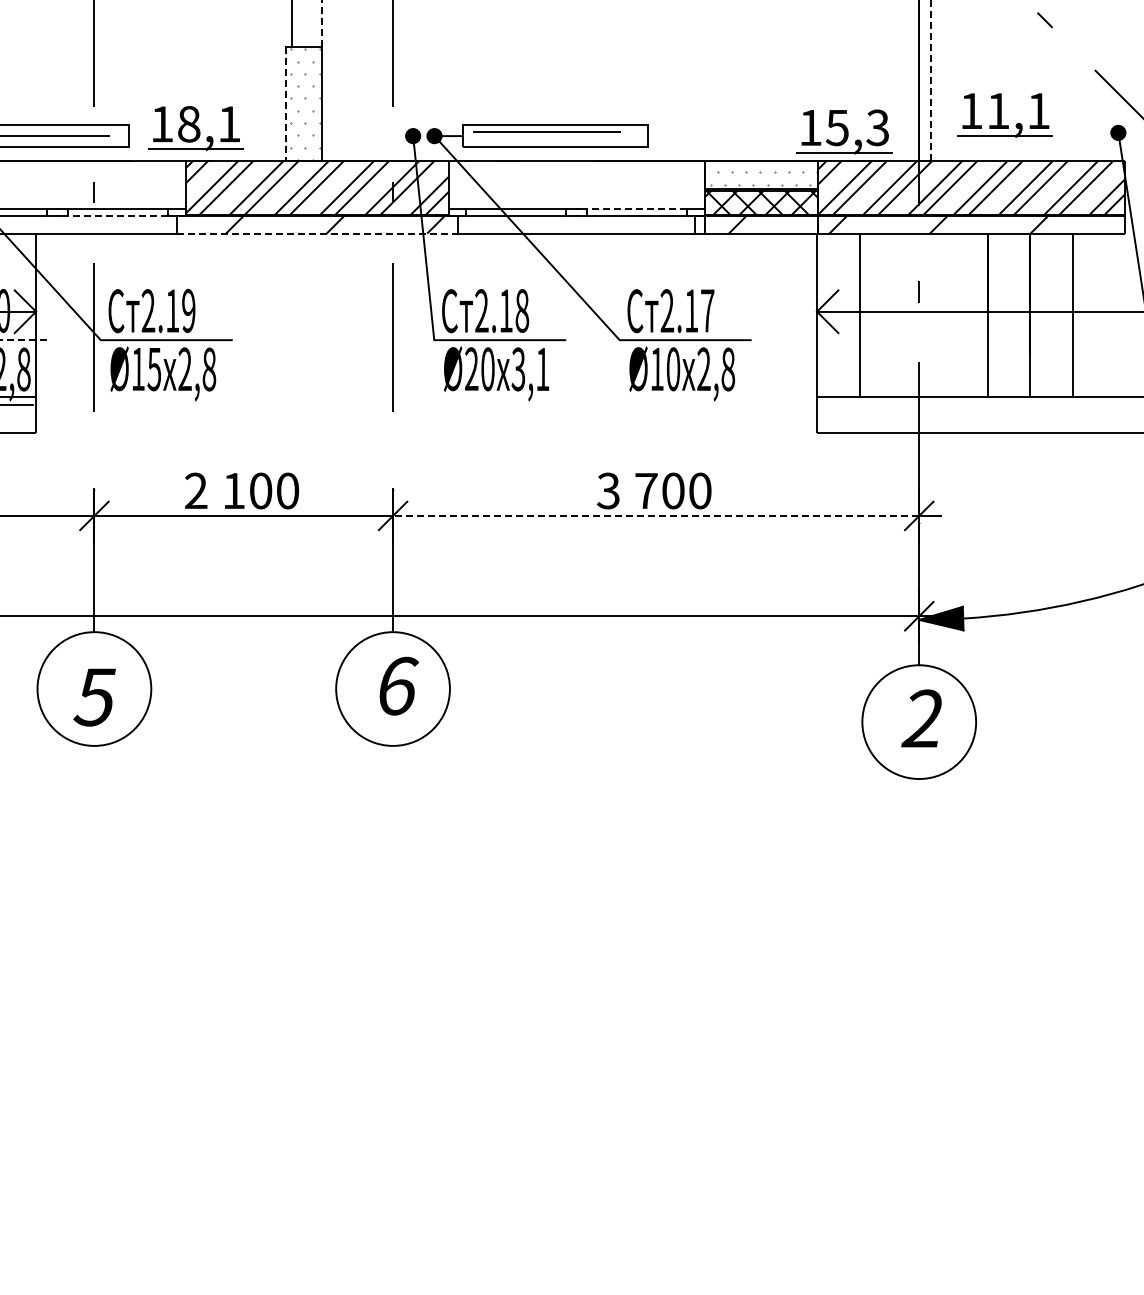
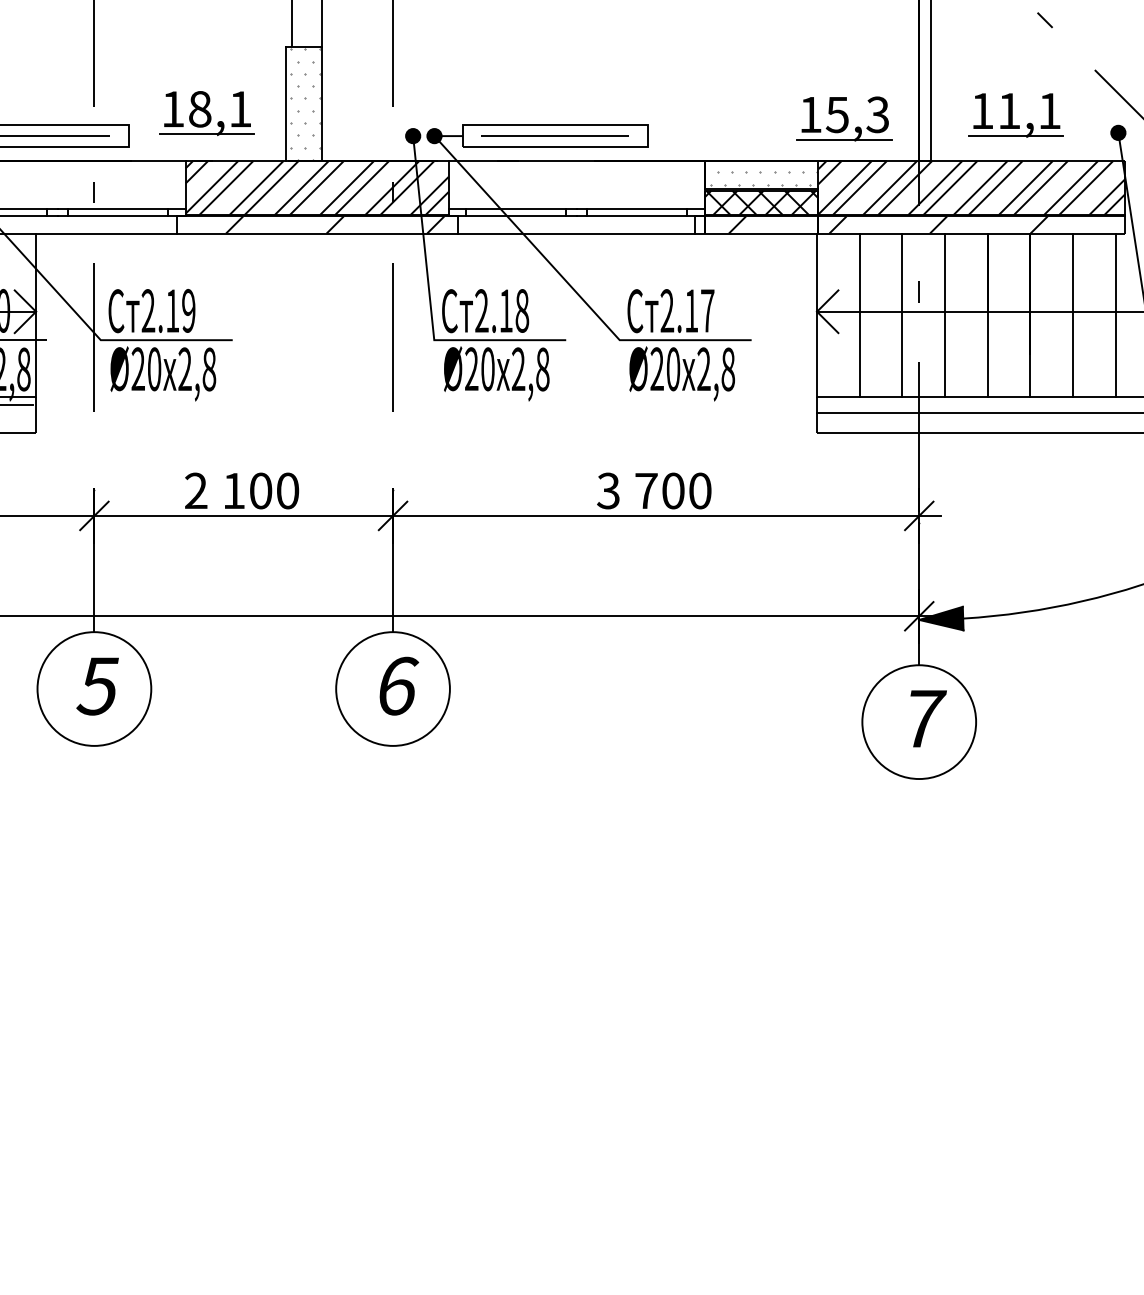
line at (321, 23): dashed -> solid
line at (930, 80): dashed -> solid
line at (286, 104): dashed -> solid
part at (1004, 115) position: (1004, 115) -> (1015, 115)
part at (195, 128) position: (195, 128) -> (206, 113)
line at (546, 131) position: (546, 131) -> (554, 135)
part at (844, 131) position: (844, 131) -> (844, 118)
line at (637, 209): dashed -> solid
line at (118, 216): dashed -> solid
line at (317, 233): dashed -> solid
line at (902, 315): none -> present
line at (945, 315): none -> present
line at (1115, 315): none -> present
line at (23, 340): dashed -> solid
text at (656, 368): Ø10 -> Ø20
text at (146, 369): Ø15 -> Ø20
text at (530, 369): 3,1 -> 2,8
line at (978, 413): none -> present
line at (655, 515): dashed -> solid
text at (94, 697) position: (94, 697) -> (97, 686)
text at (923, 718): 2 -> 7
